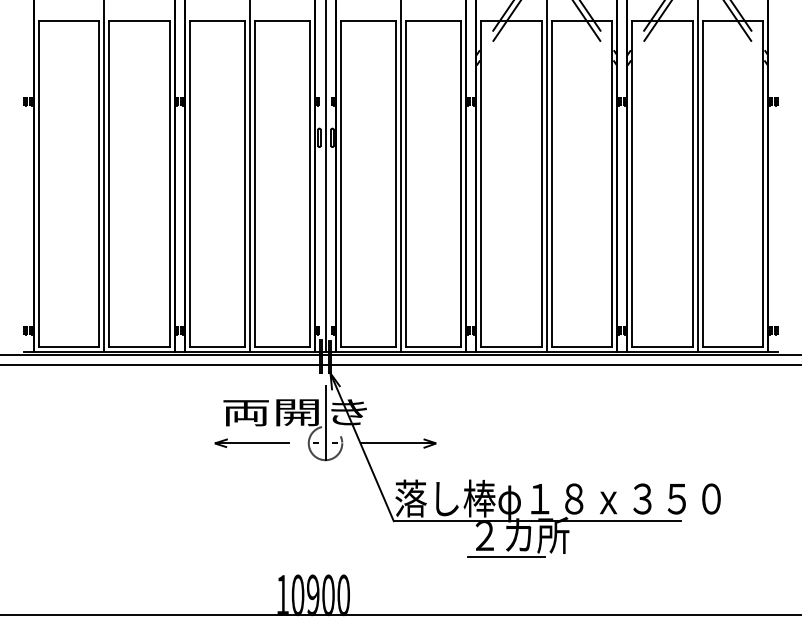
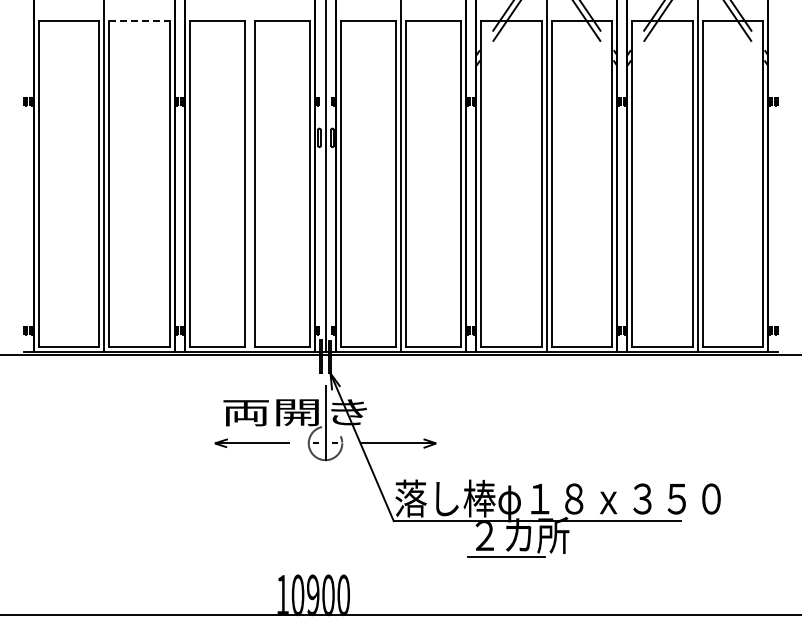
line at (139, 21): solid -> dashed
line at (250, 176): present -> none
line at (400, 365): present -> none
